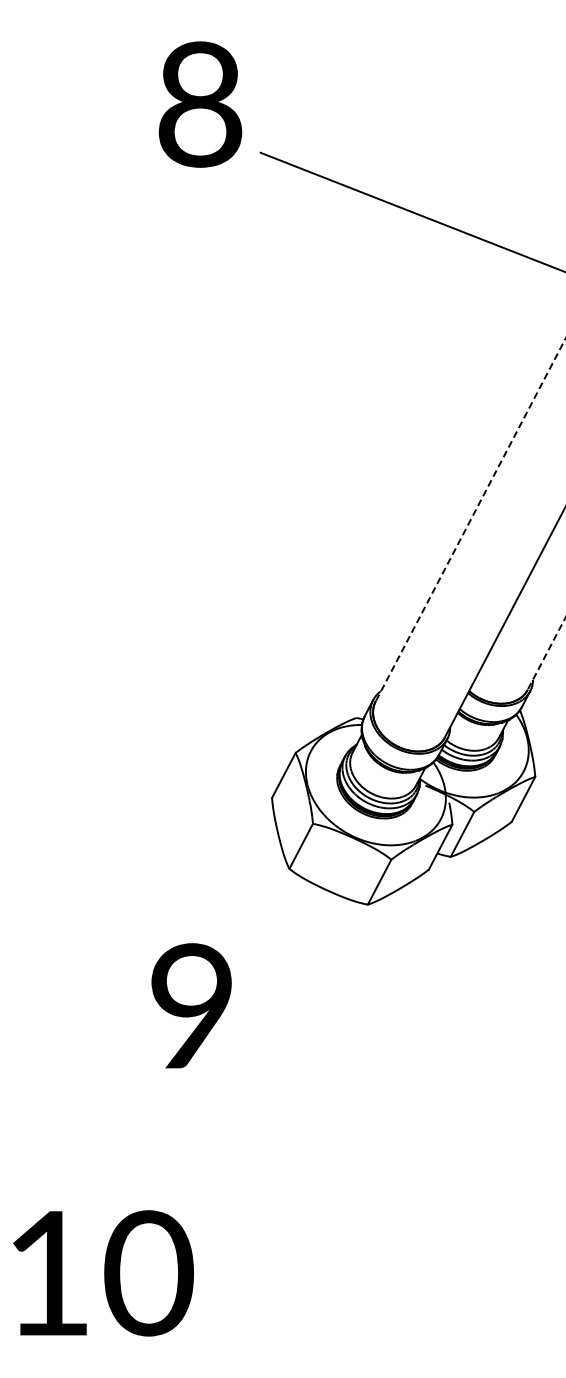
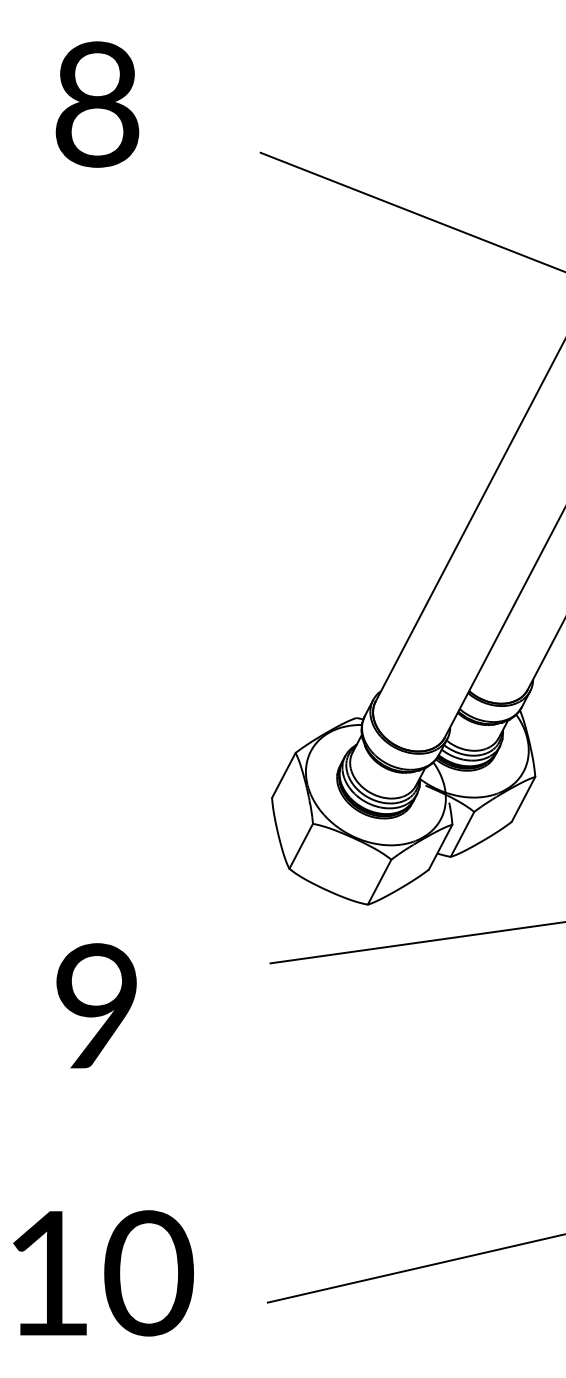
text at (200, 104) position: (200, 104) -> (97, 104)
line at (470, 519): dashed -> solid
line at (546, 653): dashed -> solid
line at (416, 942): none -> present
text at (191, 1005) position: (191, 1005) -> (96, 1005)
line at (414, 1268): none -> present
